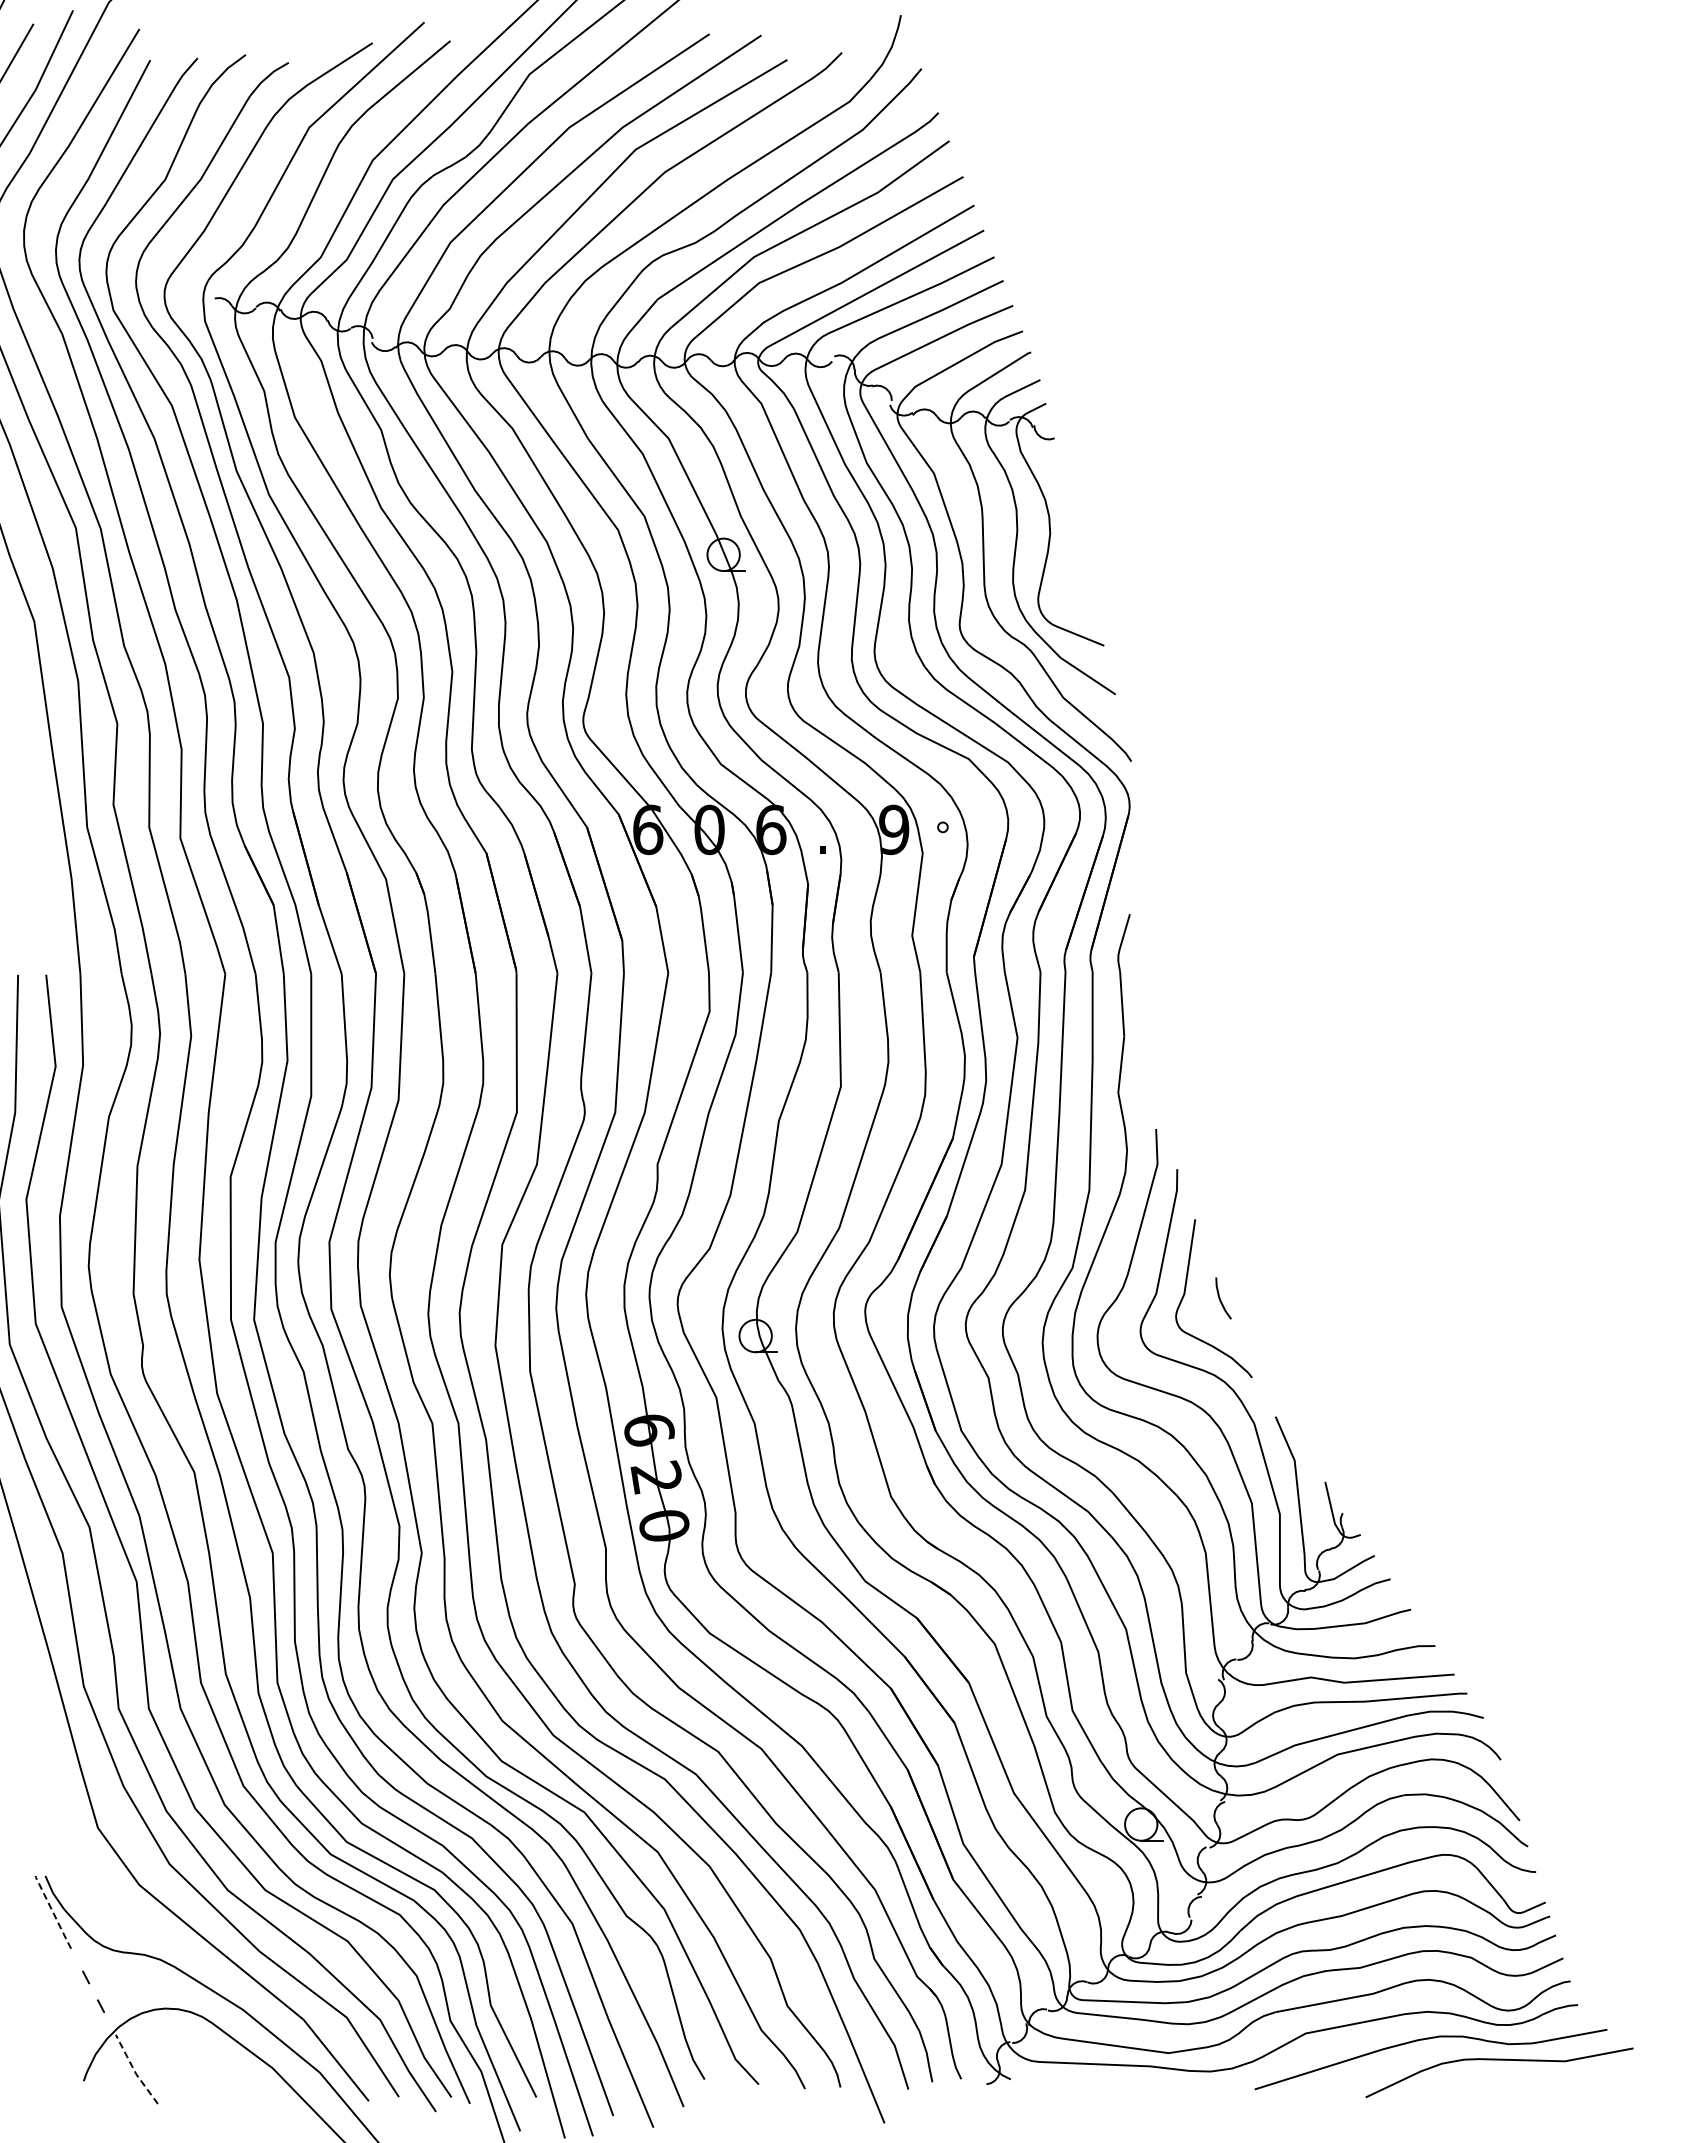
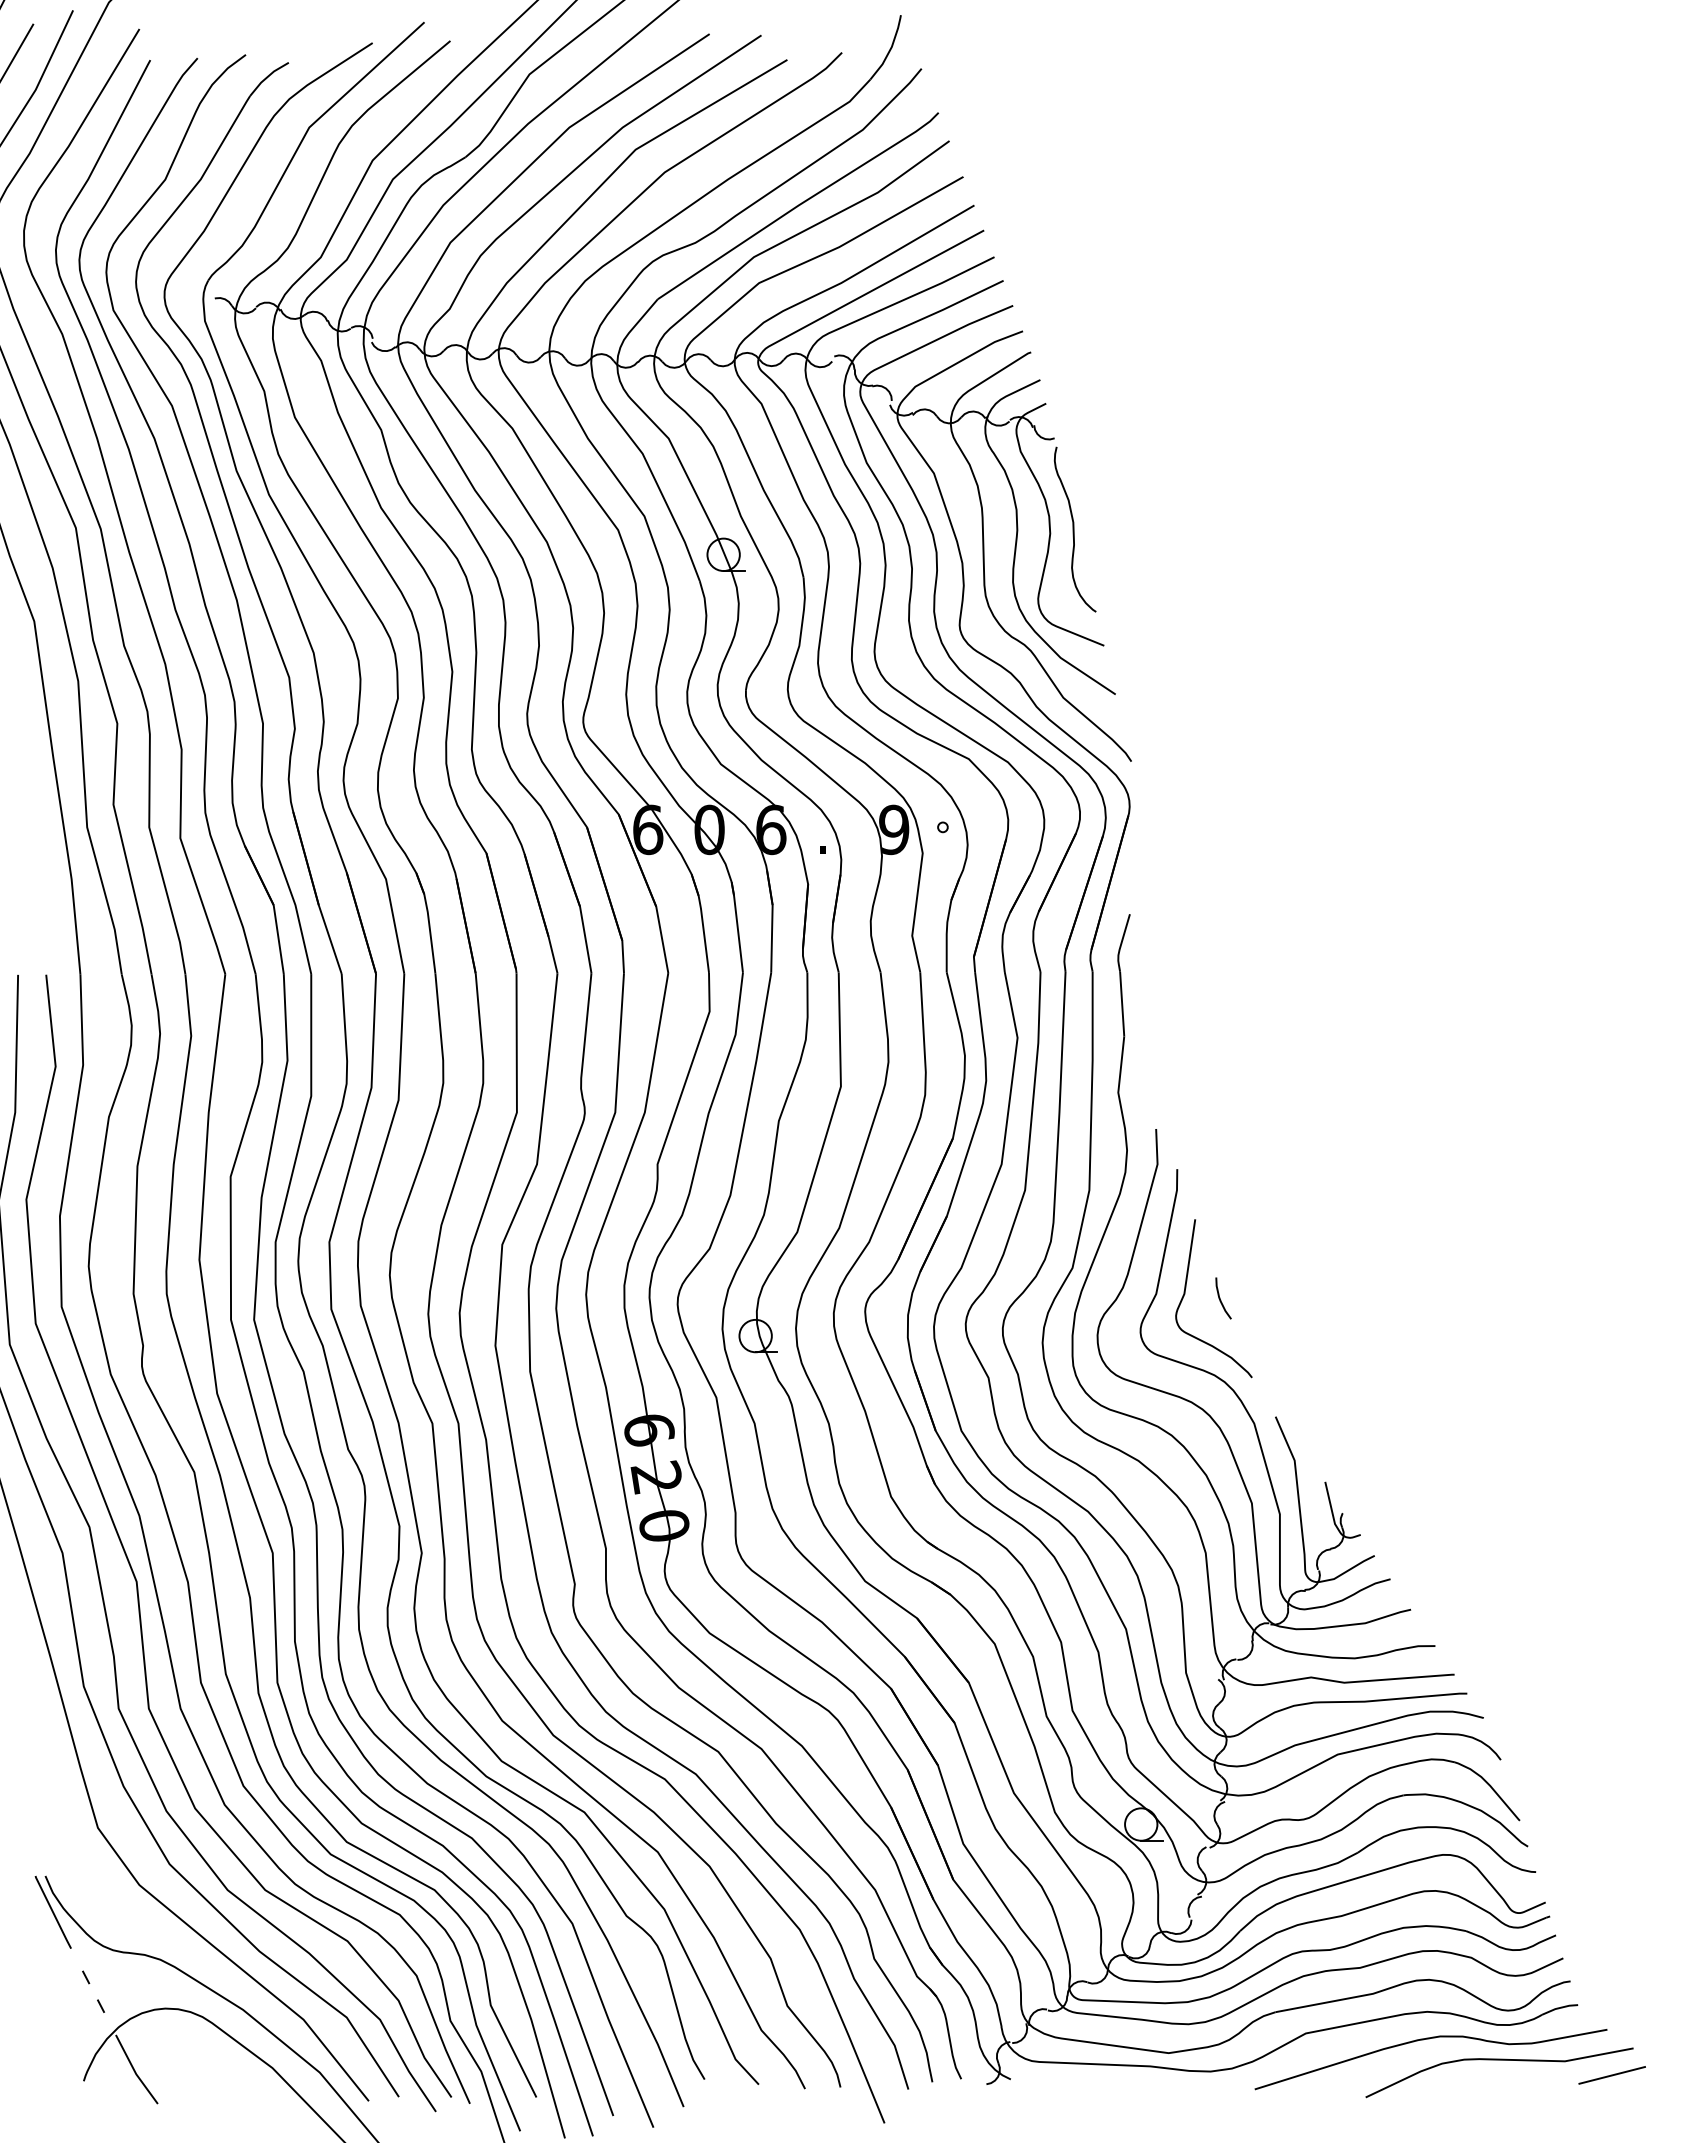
curve at (1074, 529): none -> present
line at (53, 1912): dashed -> solid
line at (134, 2070): dashed -> solid
line at (1611, 2075): none -> present
